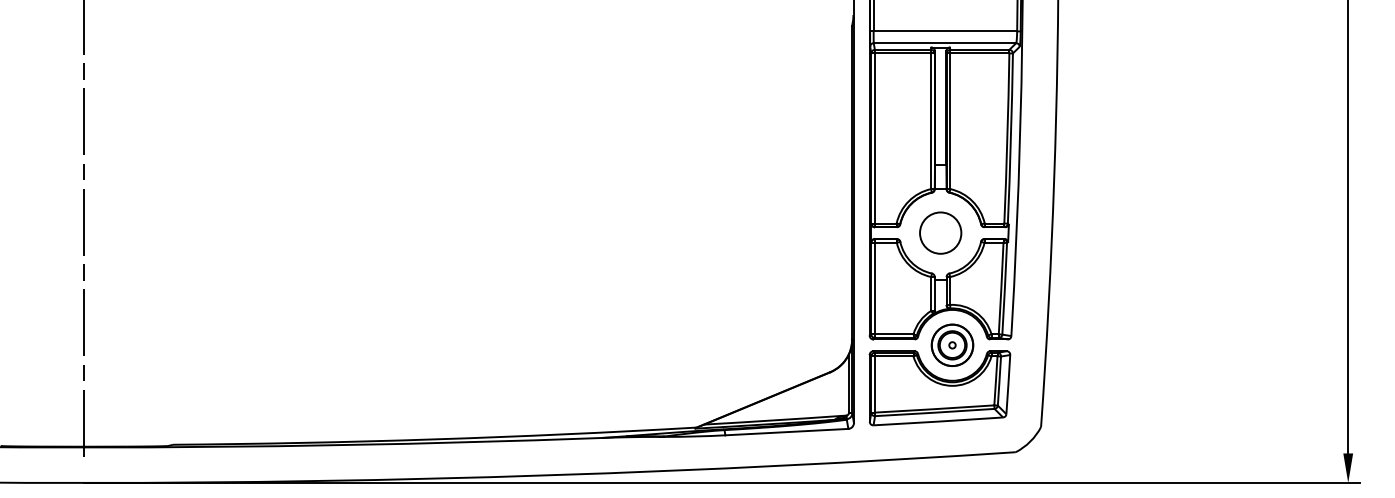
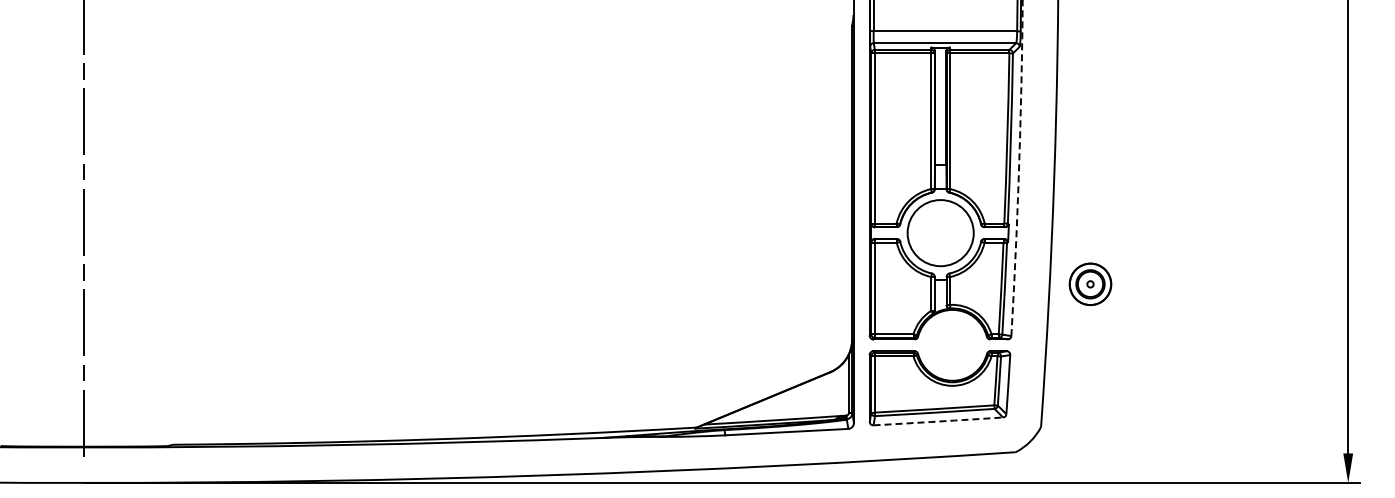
arc at (1019, 167): solid -> dashed
circle at (940, 232) diameter: 41 px -> 66 px
part at (952, 344) position: (952, 344) -> (1090, 283)
arc at (938, 421): solid -> dashed
